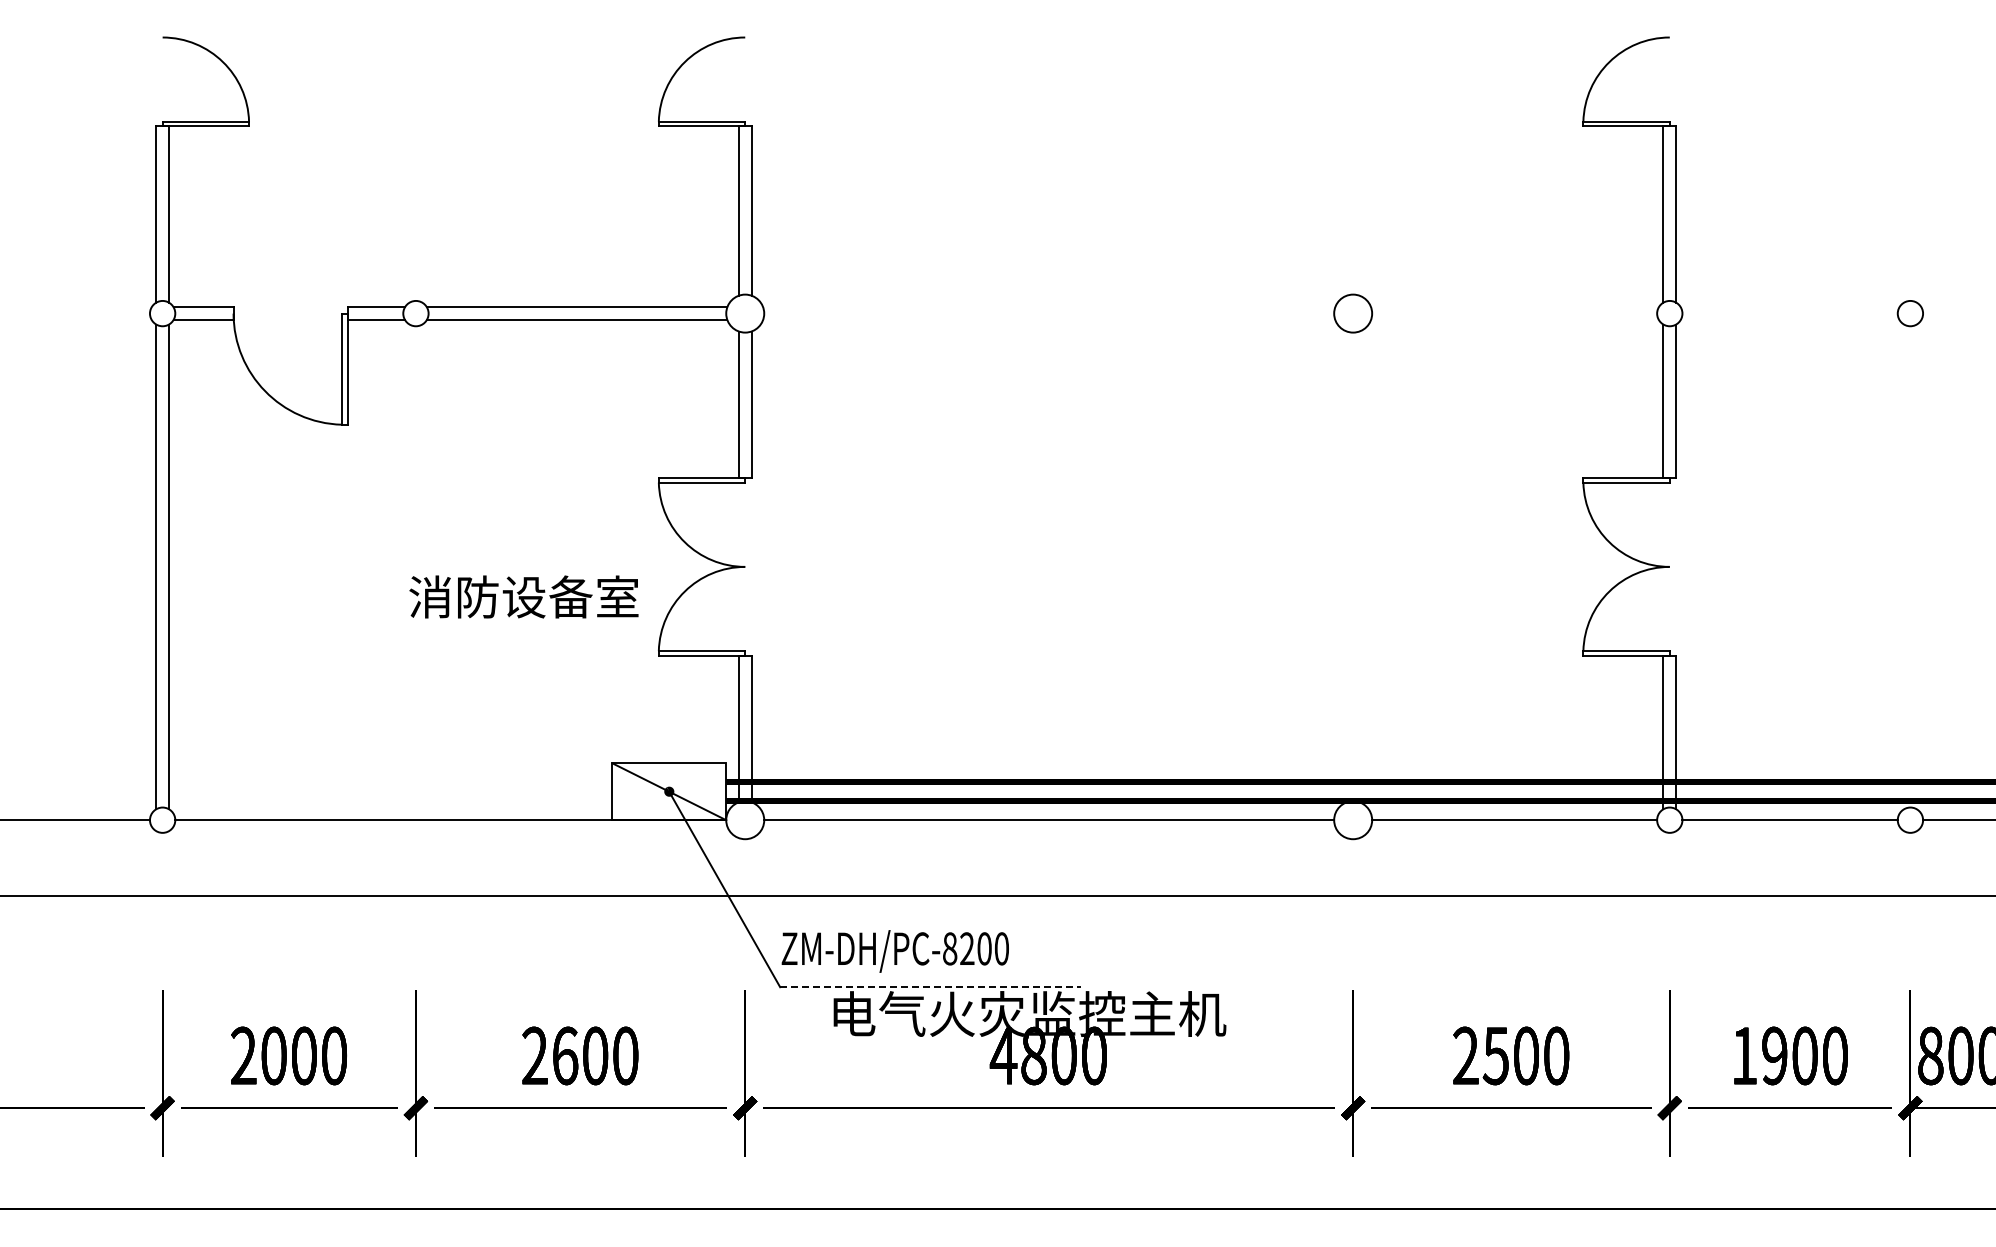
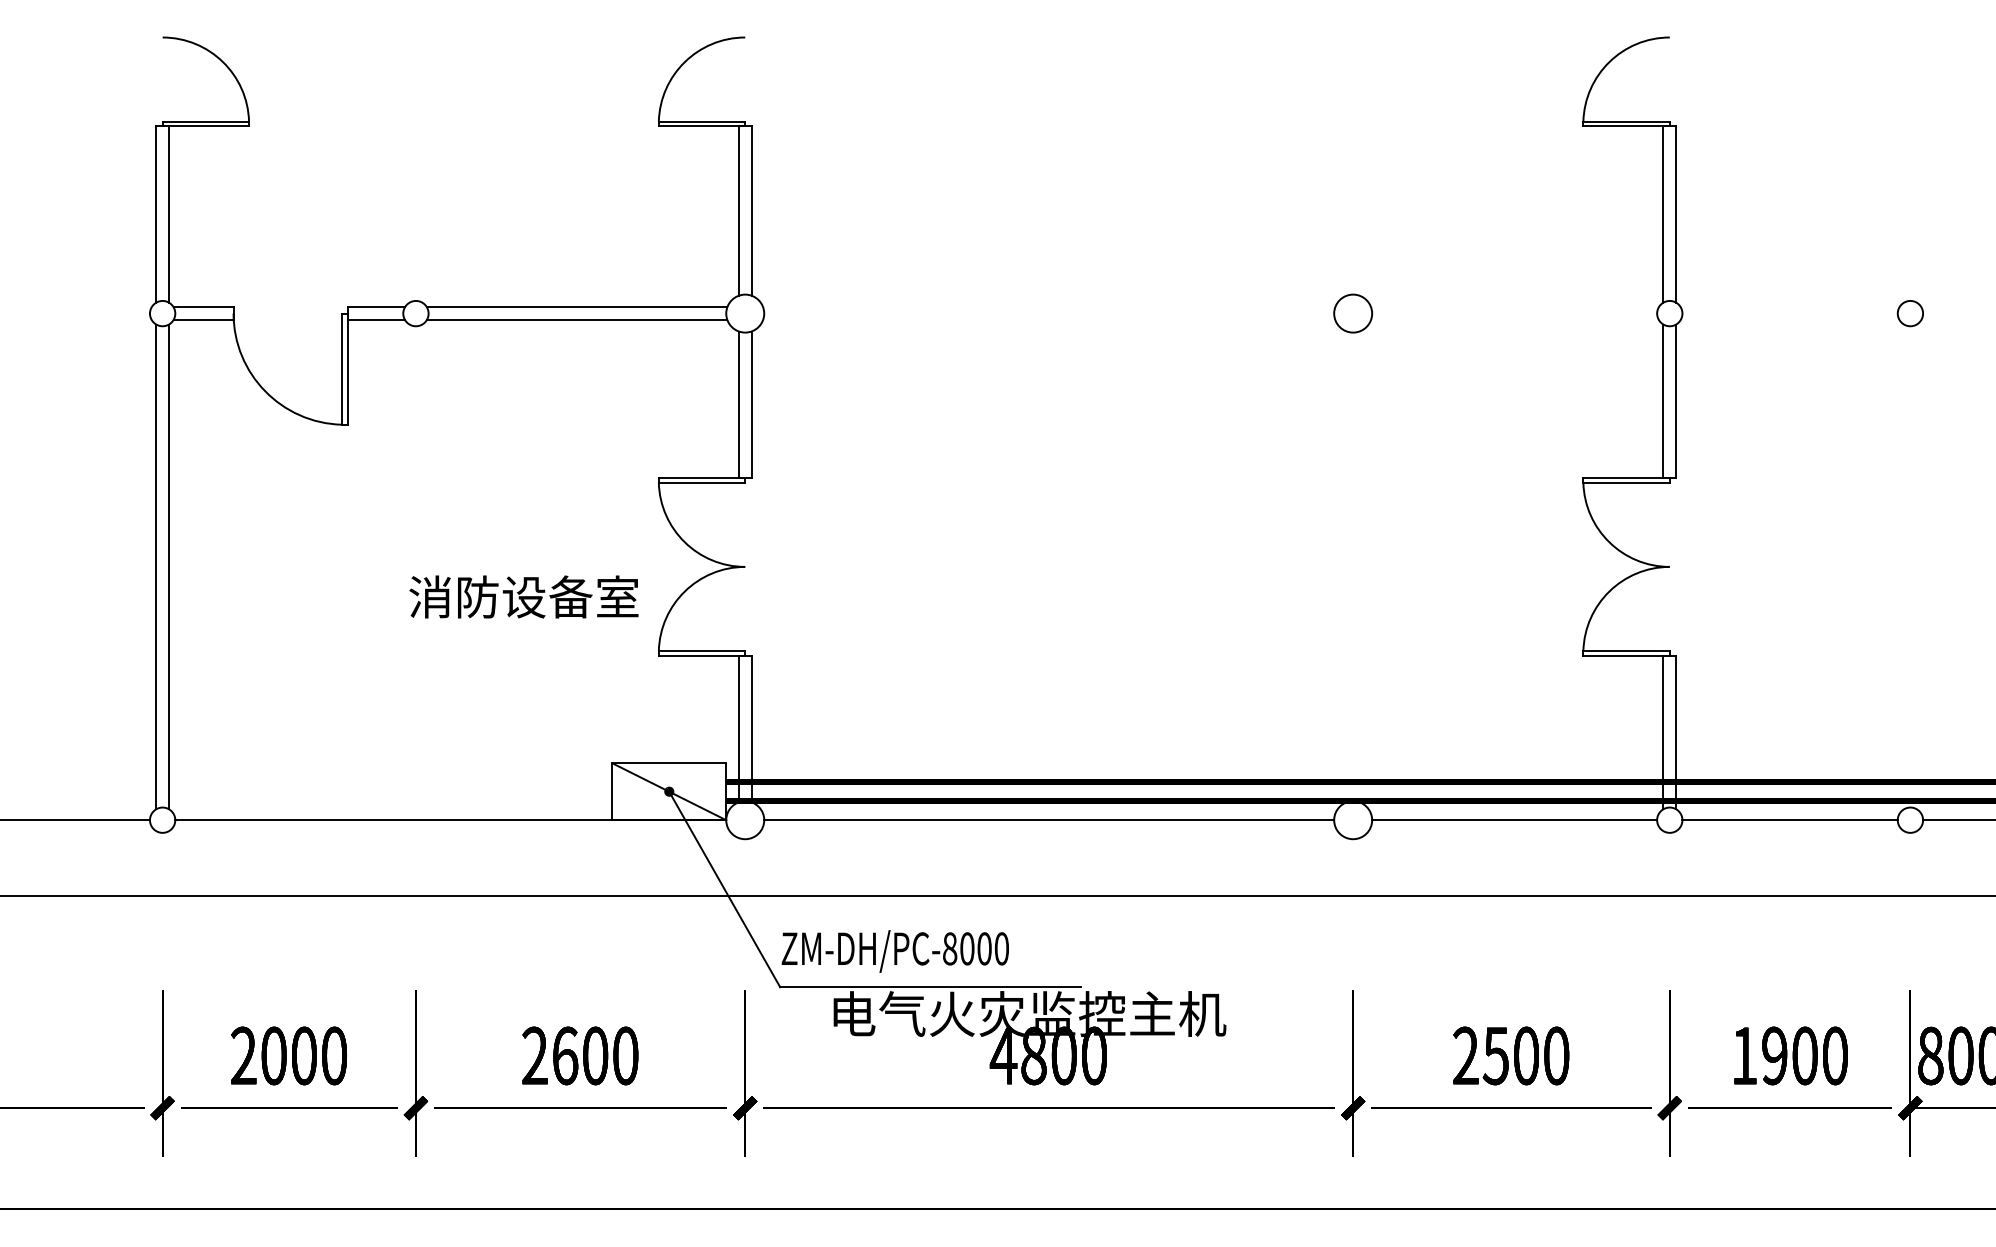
text at (967, 948): ZM-DH/PC-8200 -> ZM-DH/PC-8000
line at (931, 987): dashed -> solid
